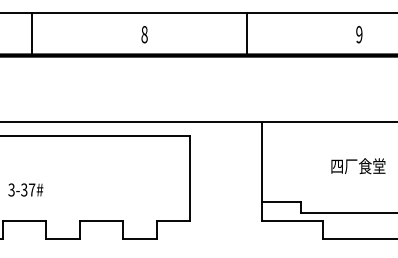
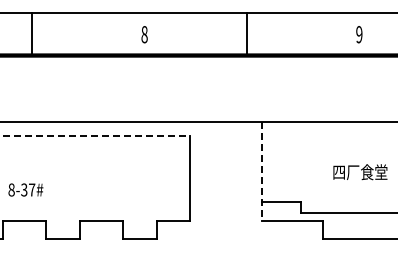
line at (95, 136): solid -> dashed
text at (358, 166) position: (358, 166) -> (360, 172)
line at (262, 171): solid -> dashed
text at (11, 189): 3-37# -> 8-37#
